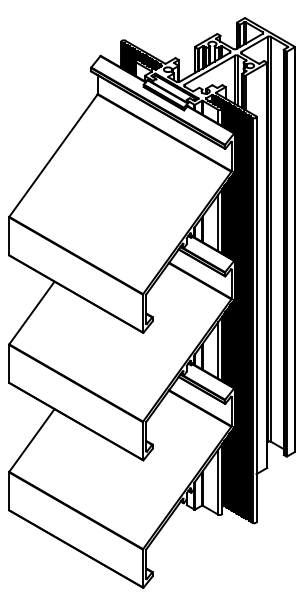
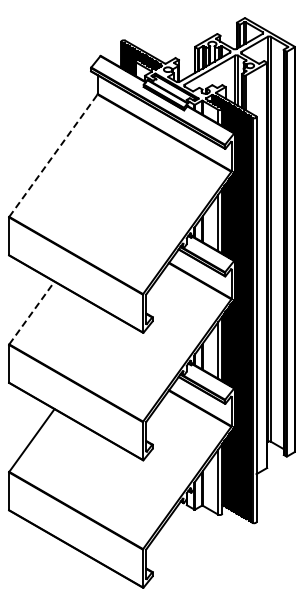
line at (53, 155): solid -> dashed
line at (31, 313): solid -> dashed
